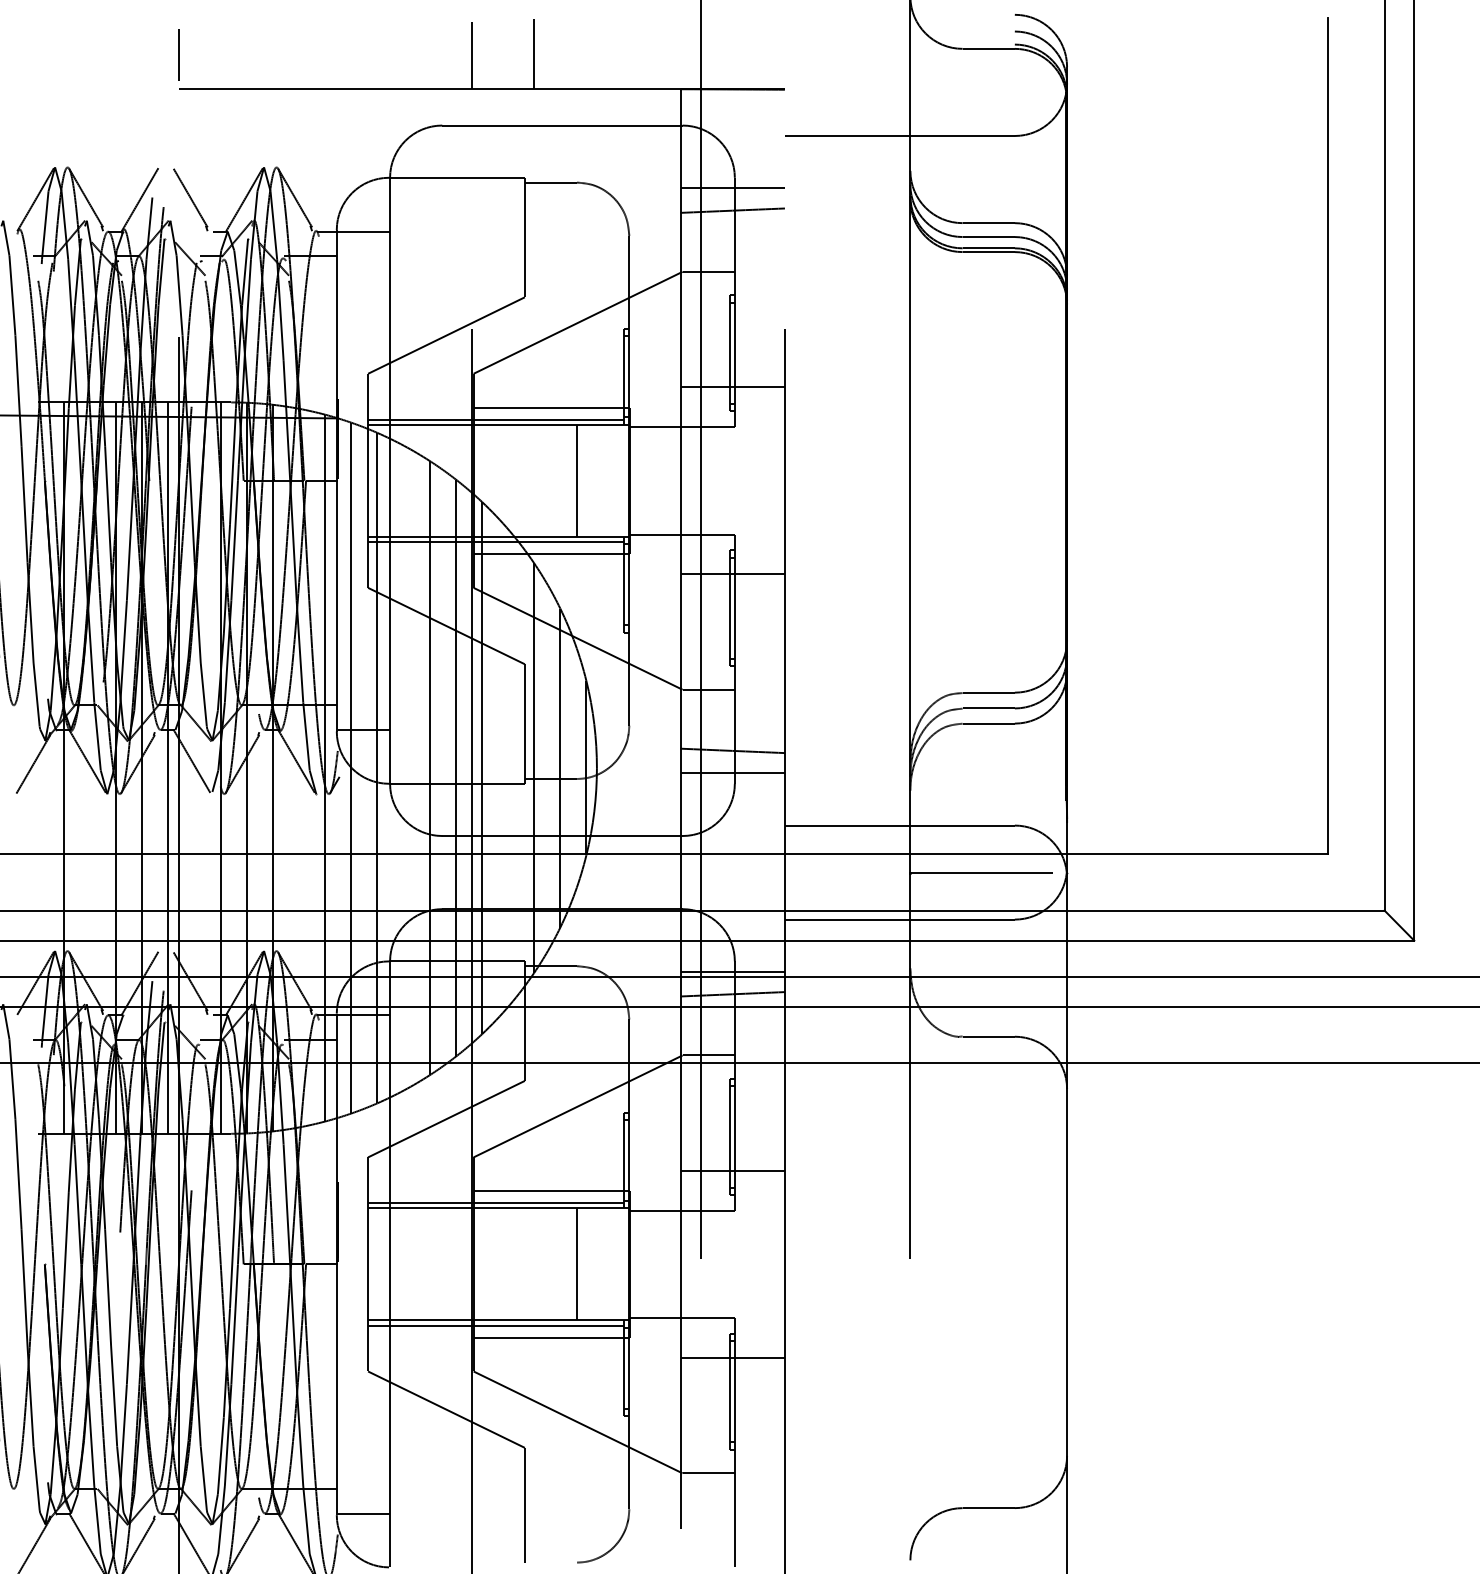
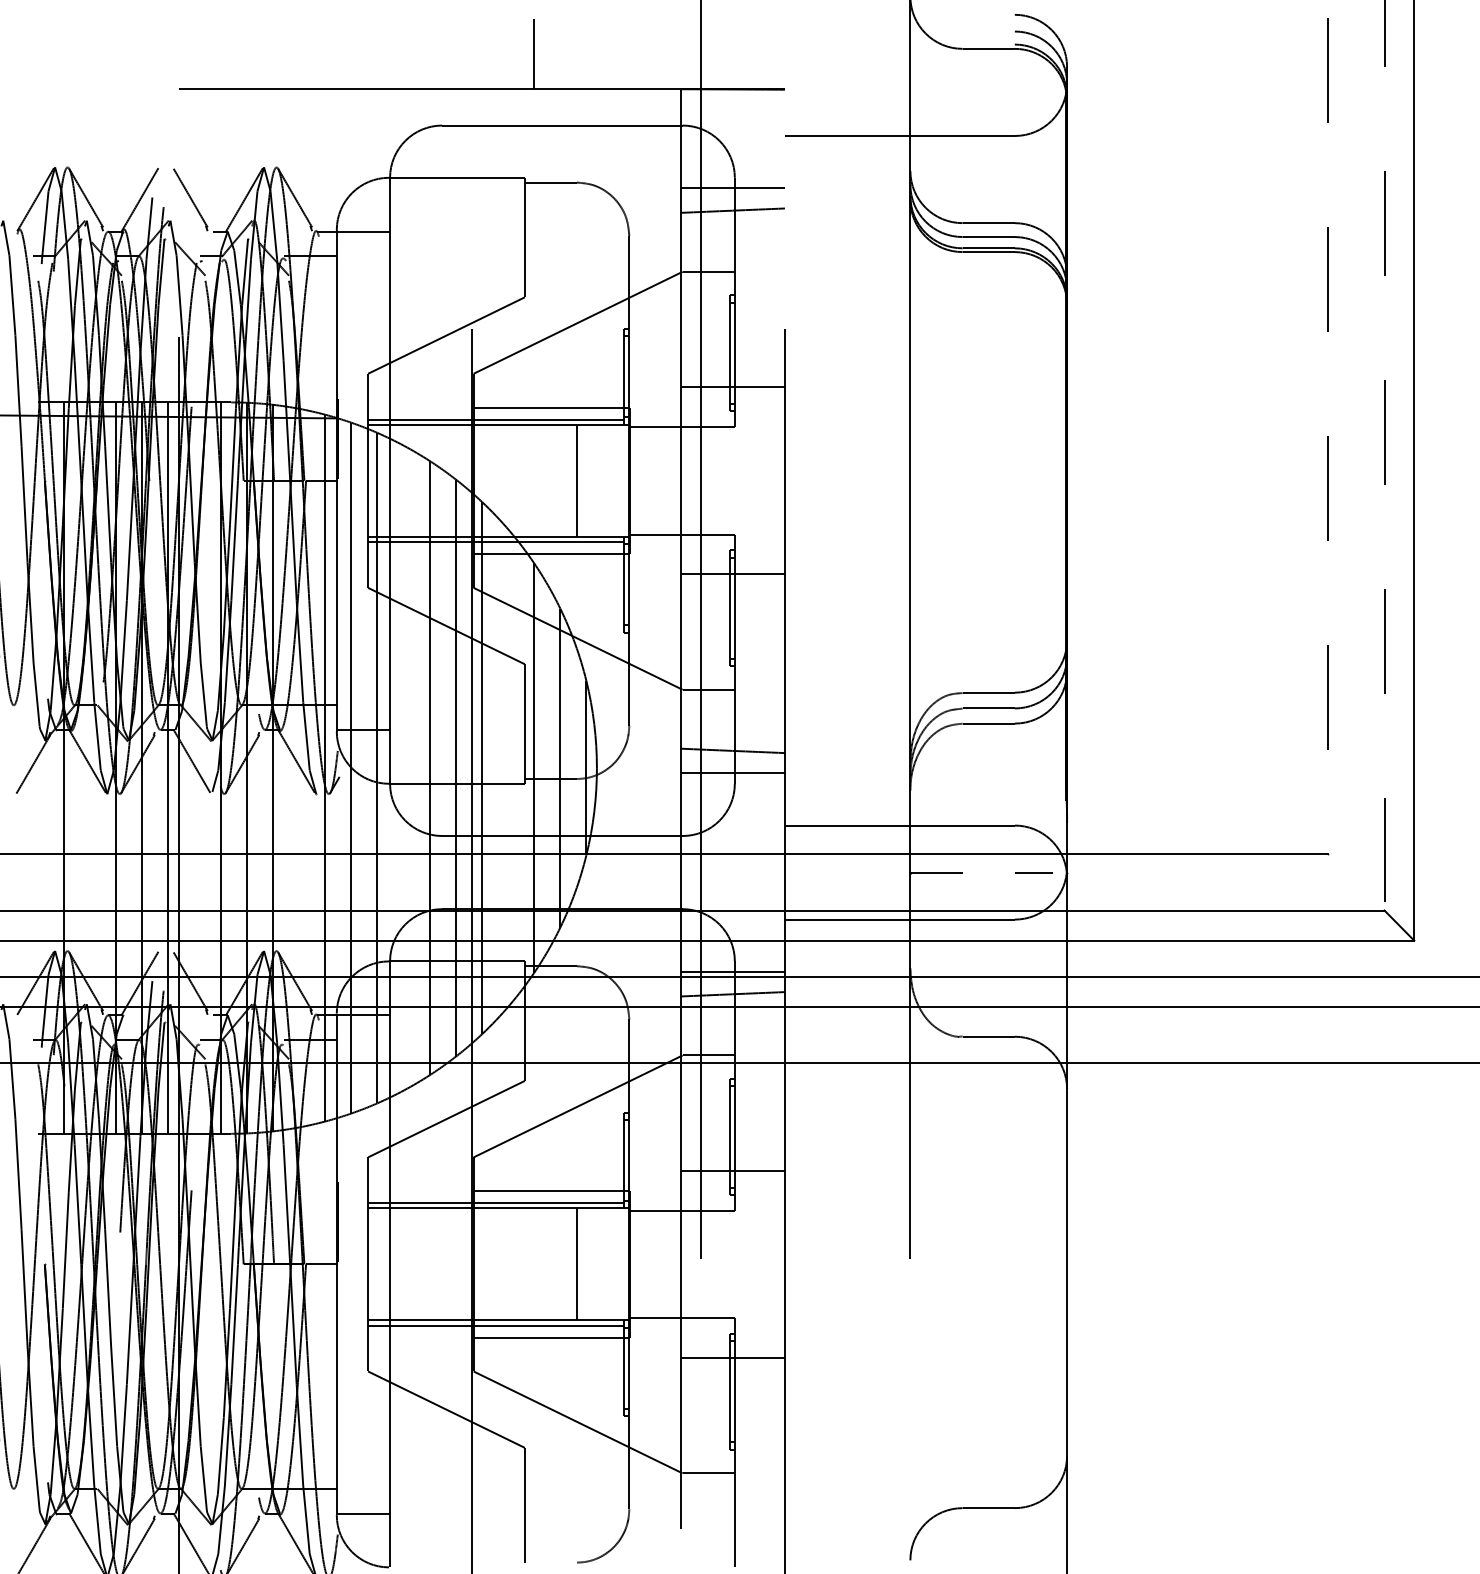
line at (178, 54): present -> none
line at (471, 54): present -> none
line at (1328, 436): solid -> dashed
line at (1384, 455): solid -> dashed
line at (988, 872): present -> none
